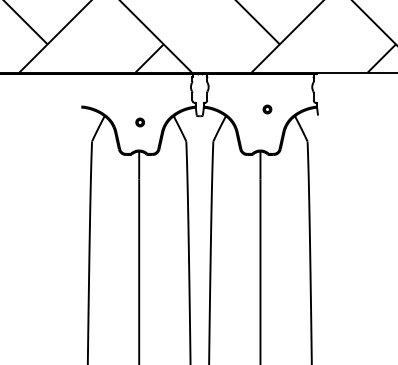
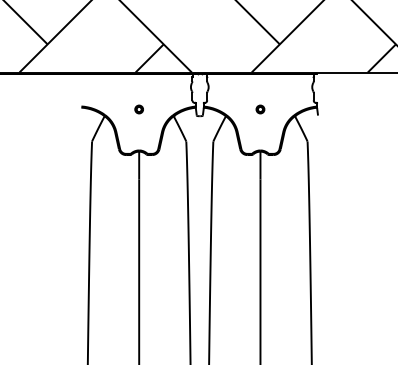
part at (267, 109) position: (267, 109) -> (260, 109)
part at (139, 122) position: (139, 122) -> (138, 109)
